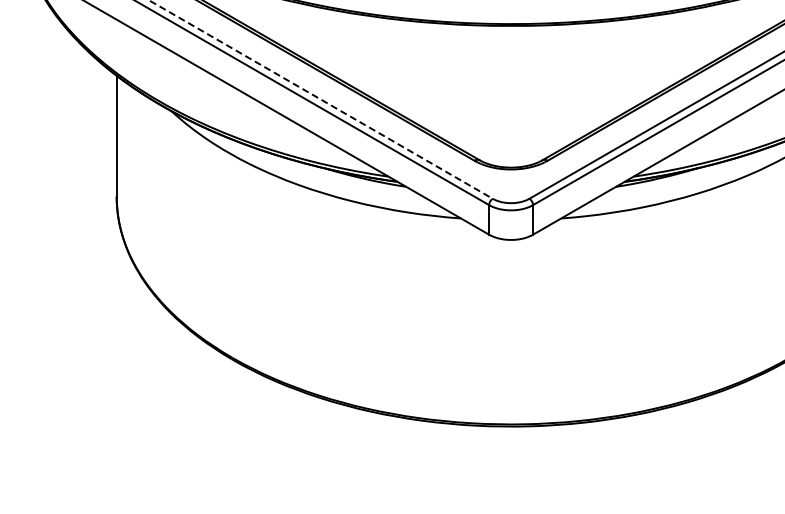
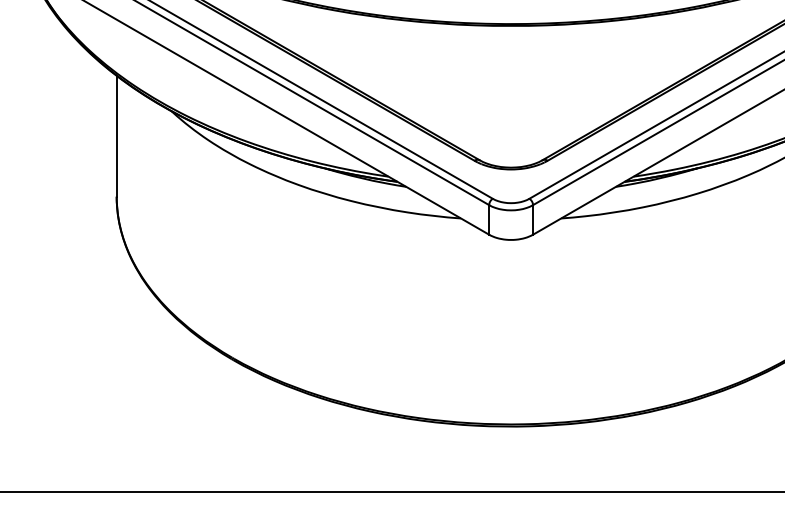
line at (321, 99): dashed -> solid
line at (391, 491): none -> present
